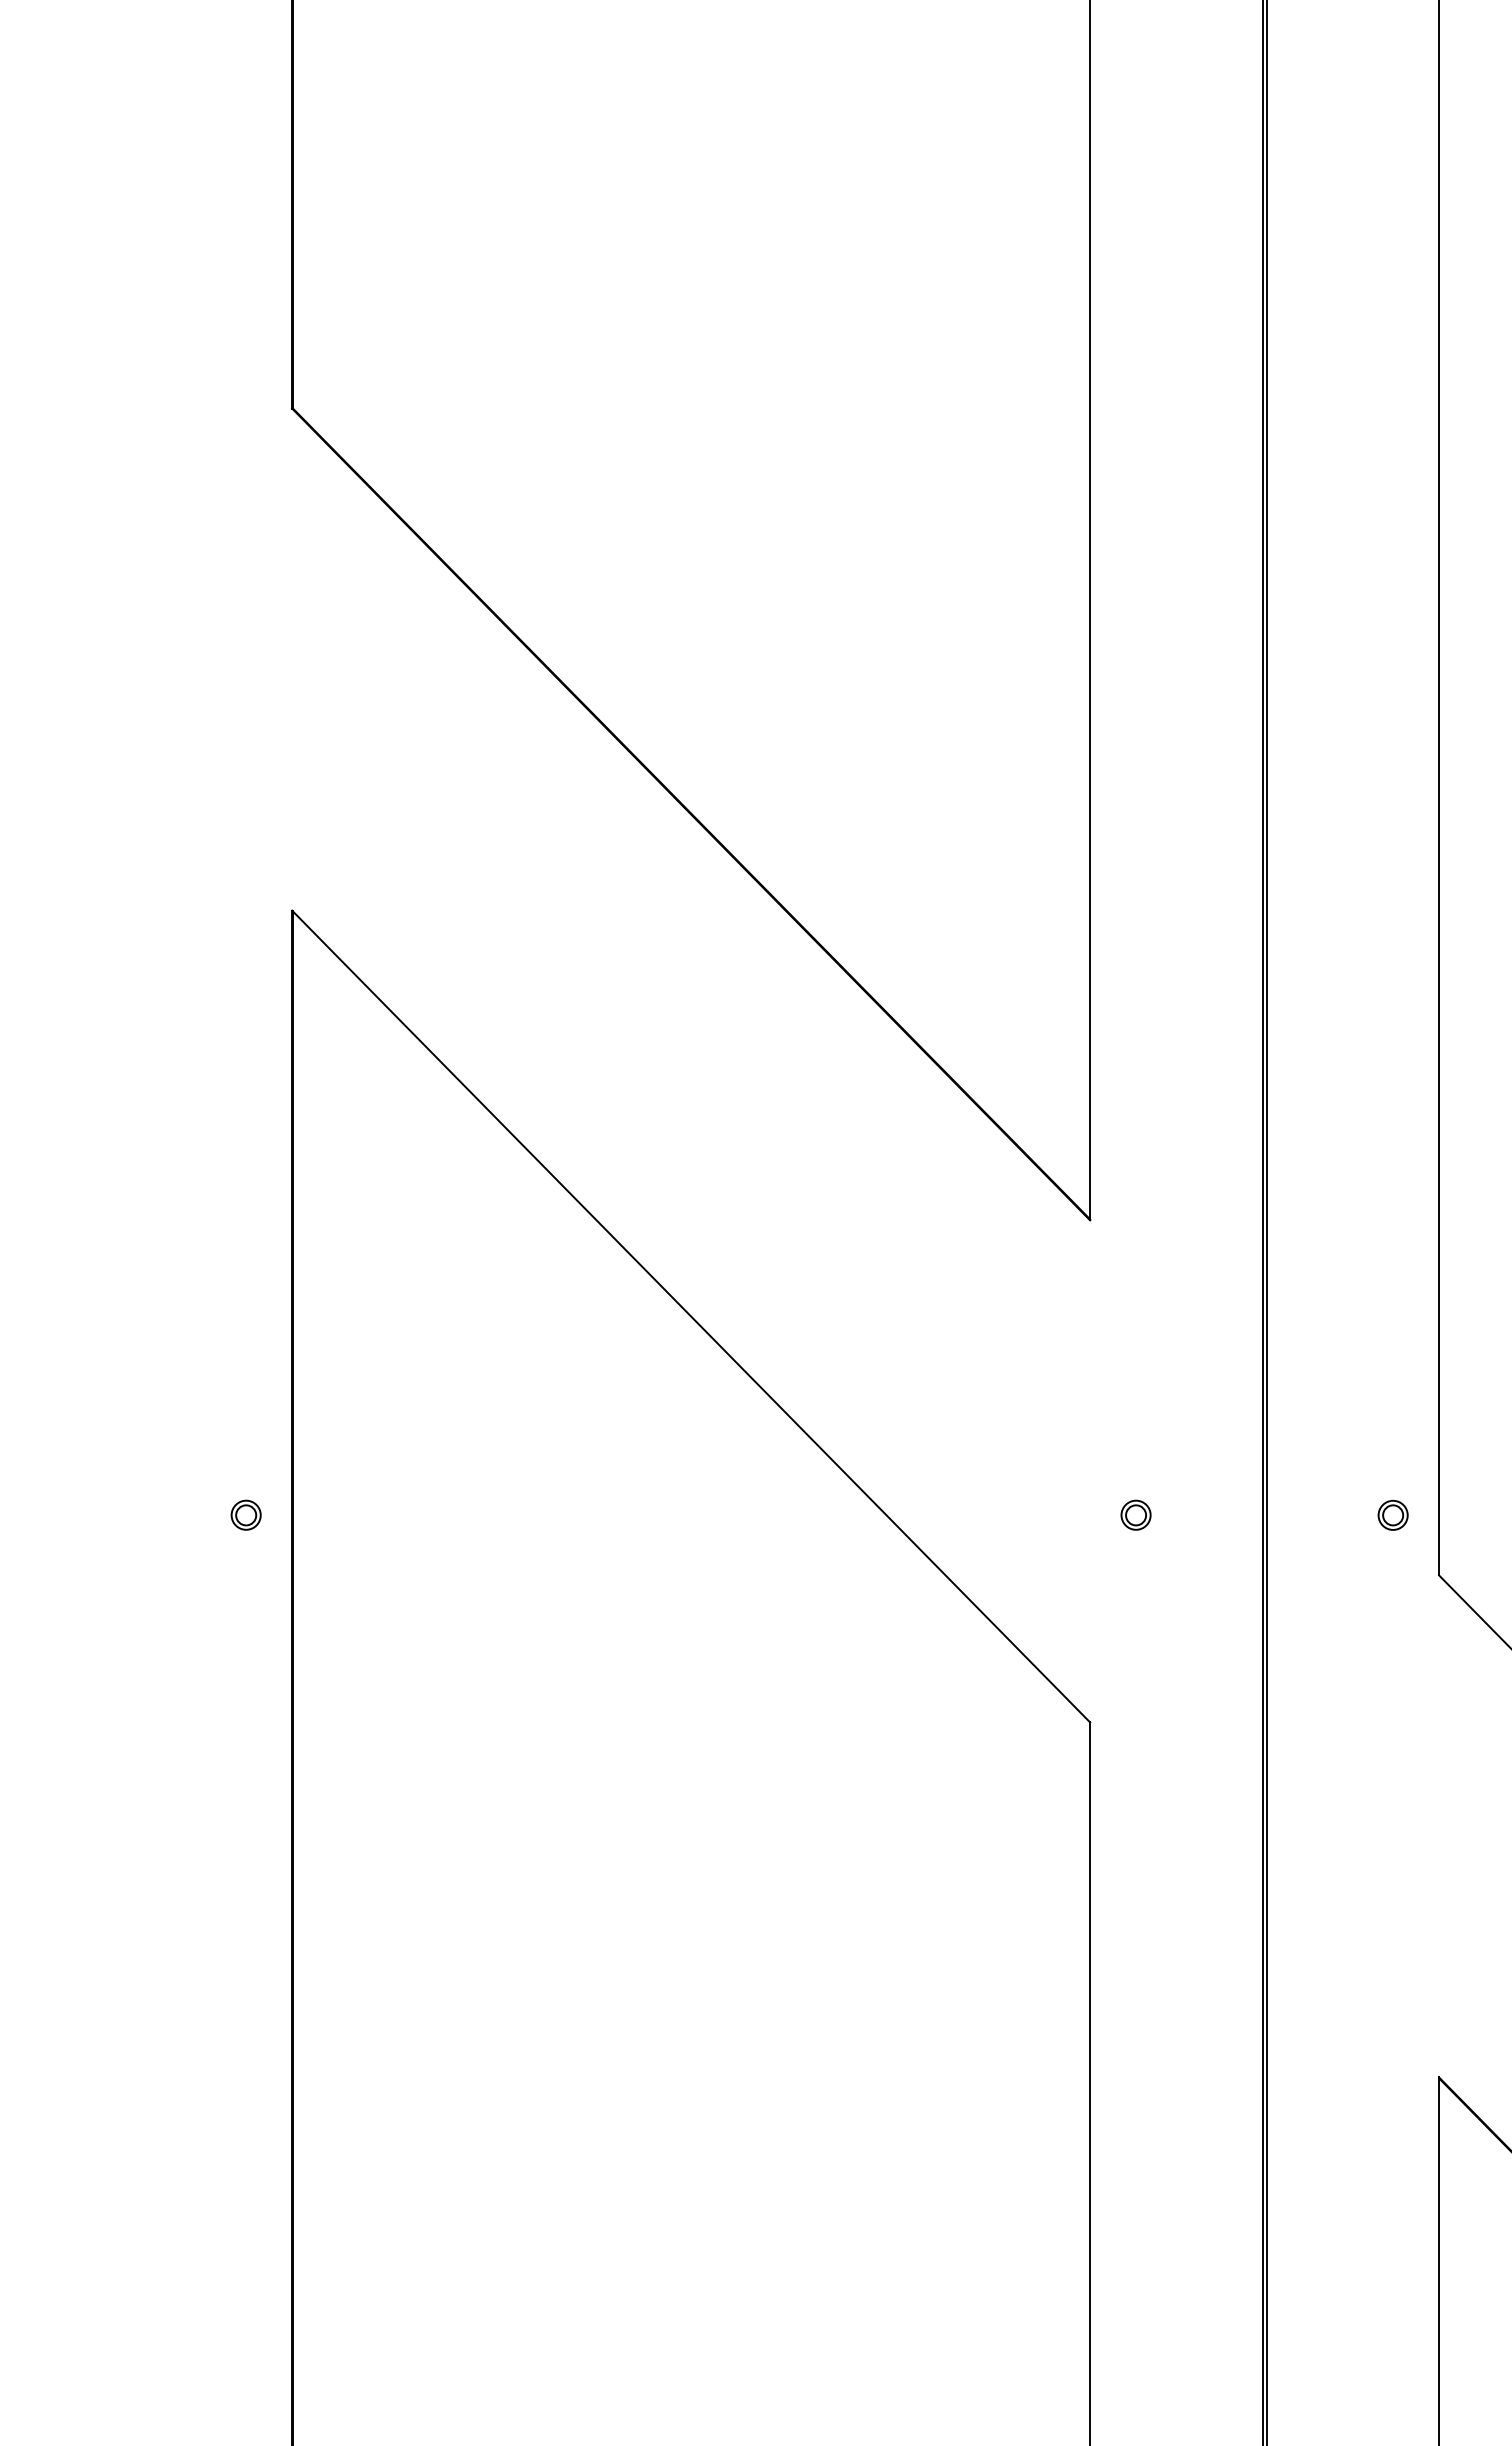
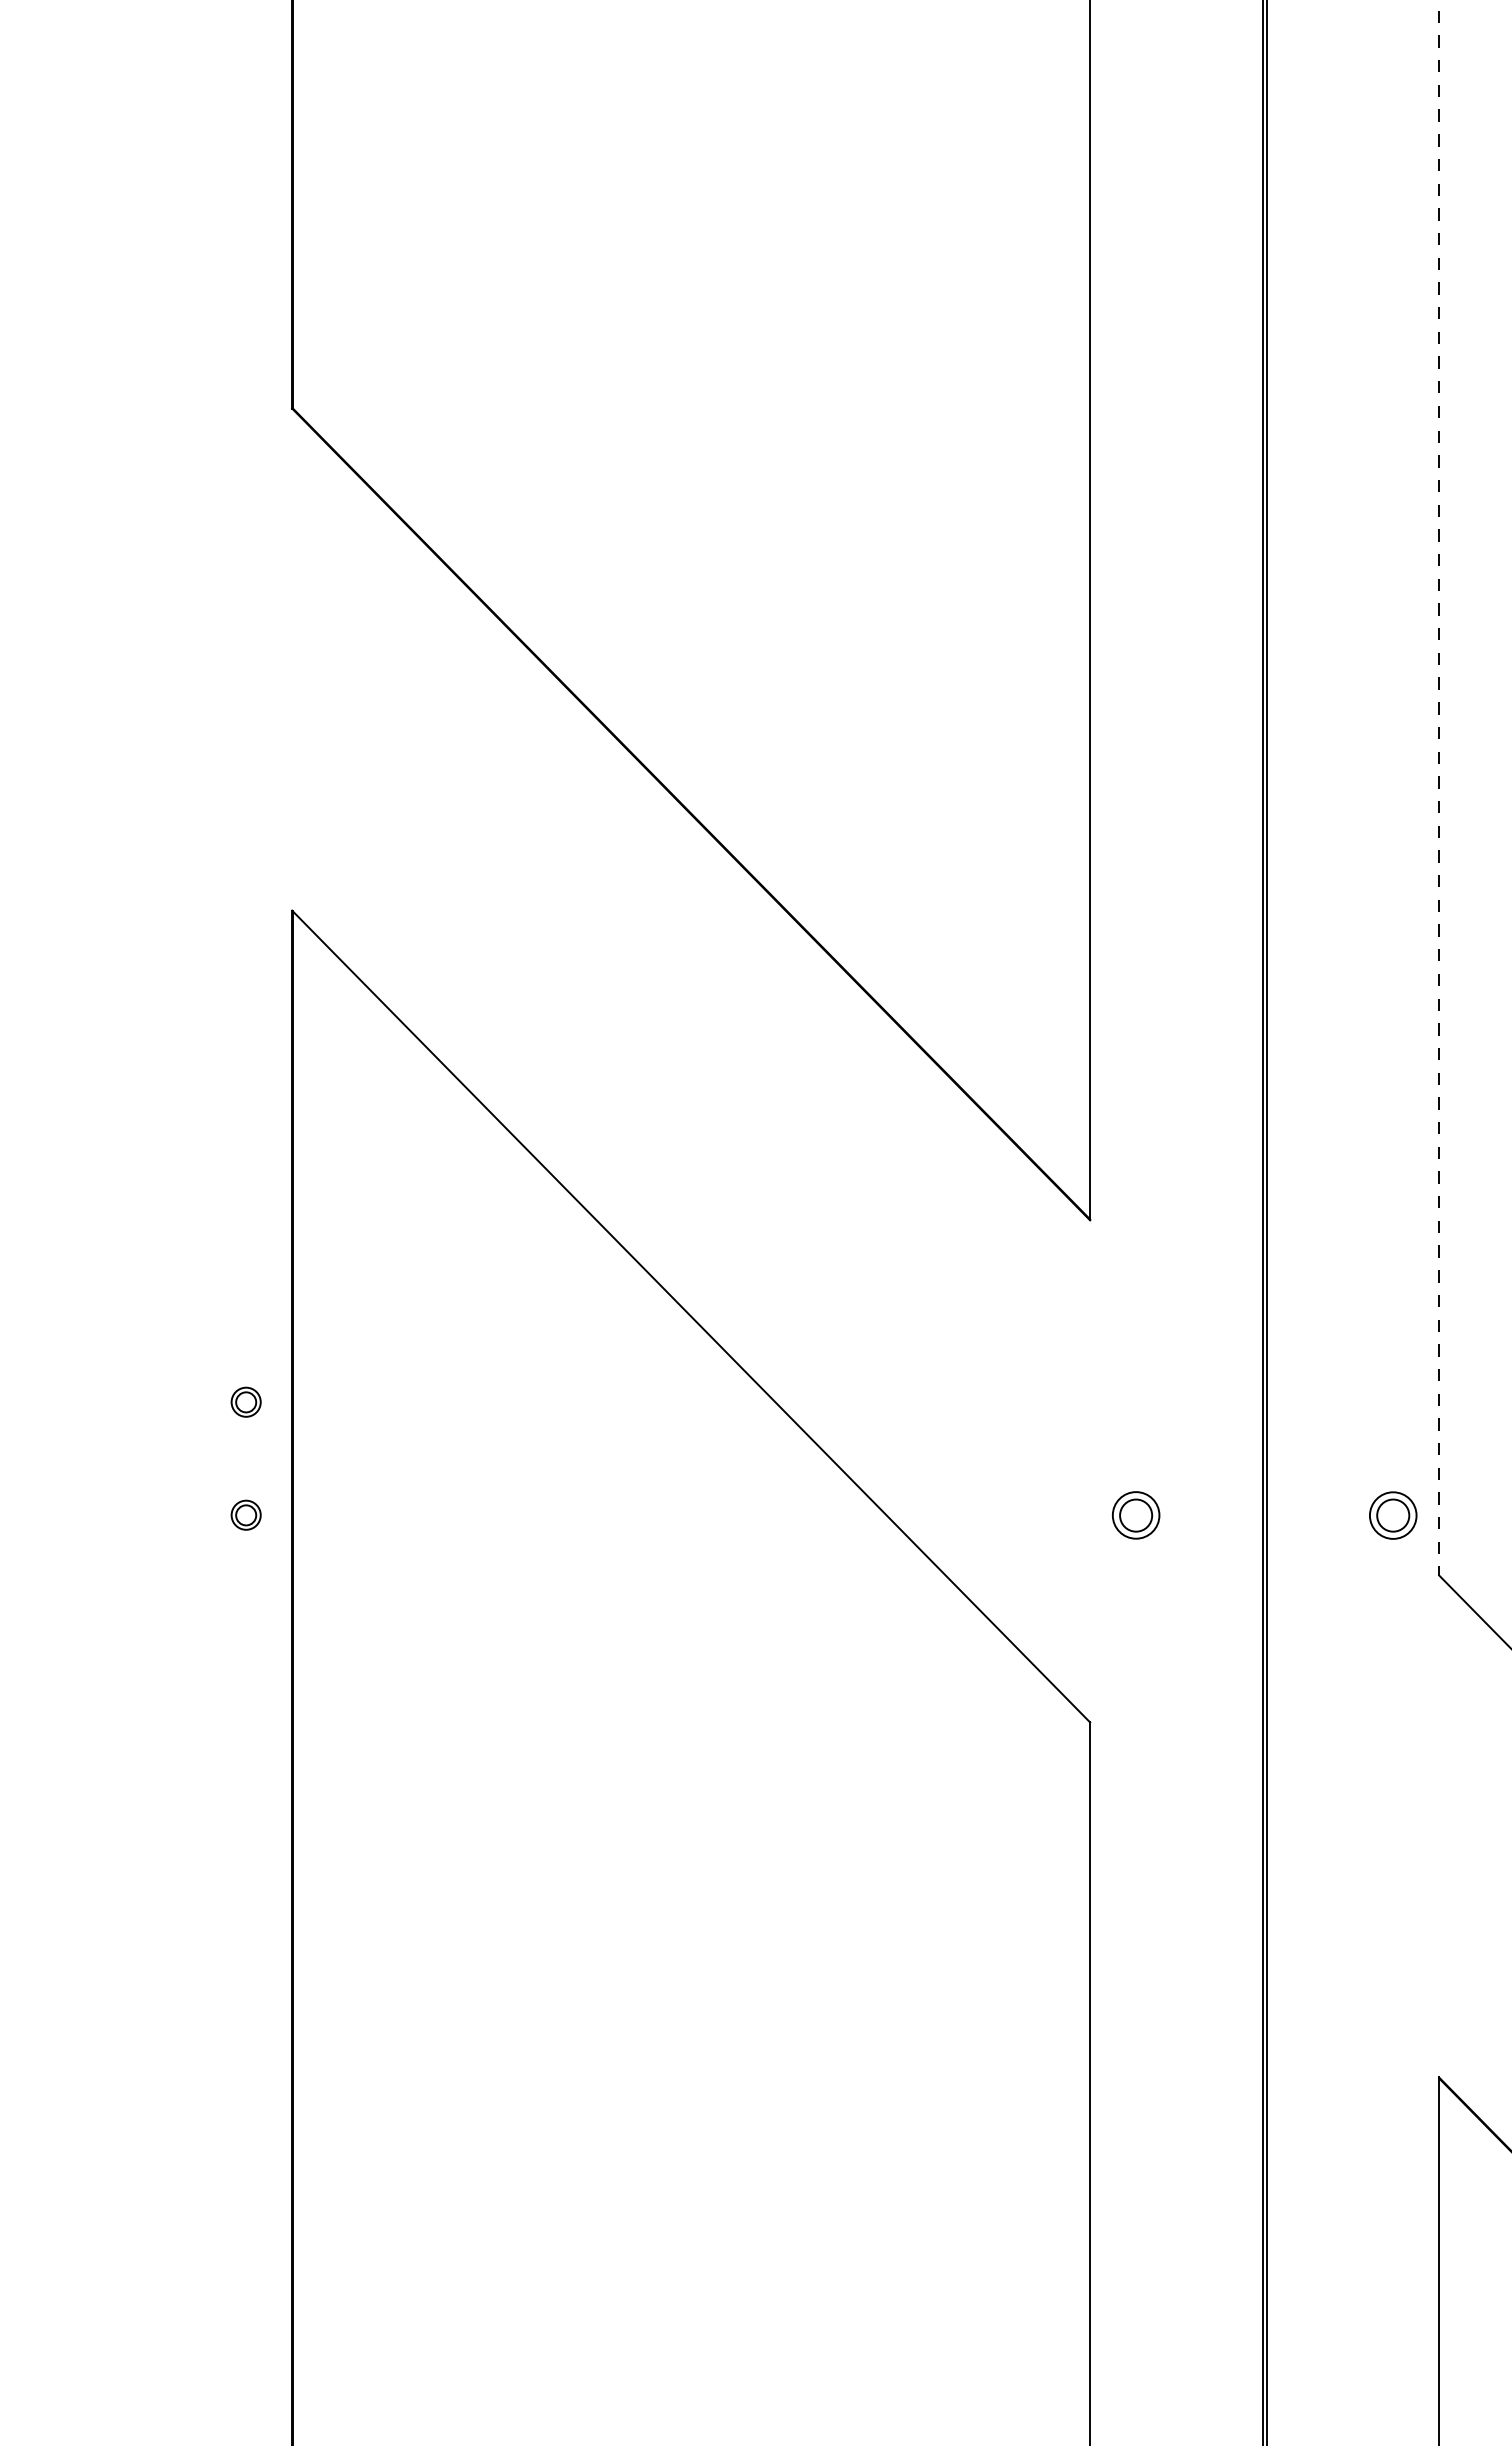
line at (1439, 788): solid -> dashed
part at (245, 1401): none -> present
part at (1135, 1514) size: 32x32 px -> 50x49 px
part at (1392, 1514) size: 32x32 px -> 49x49 px
